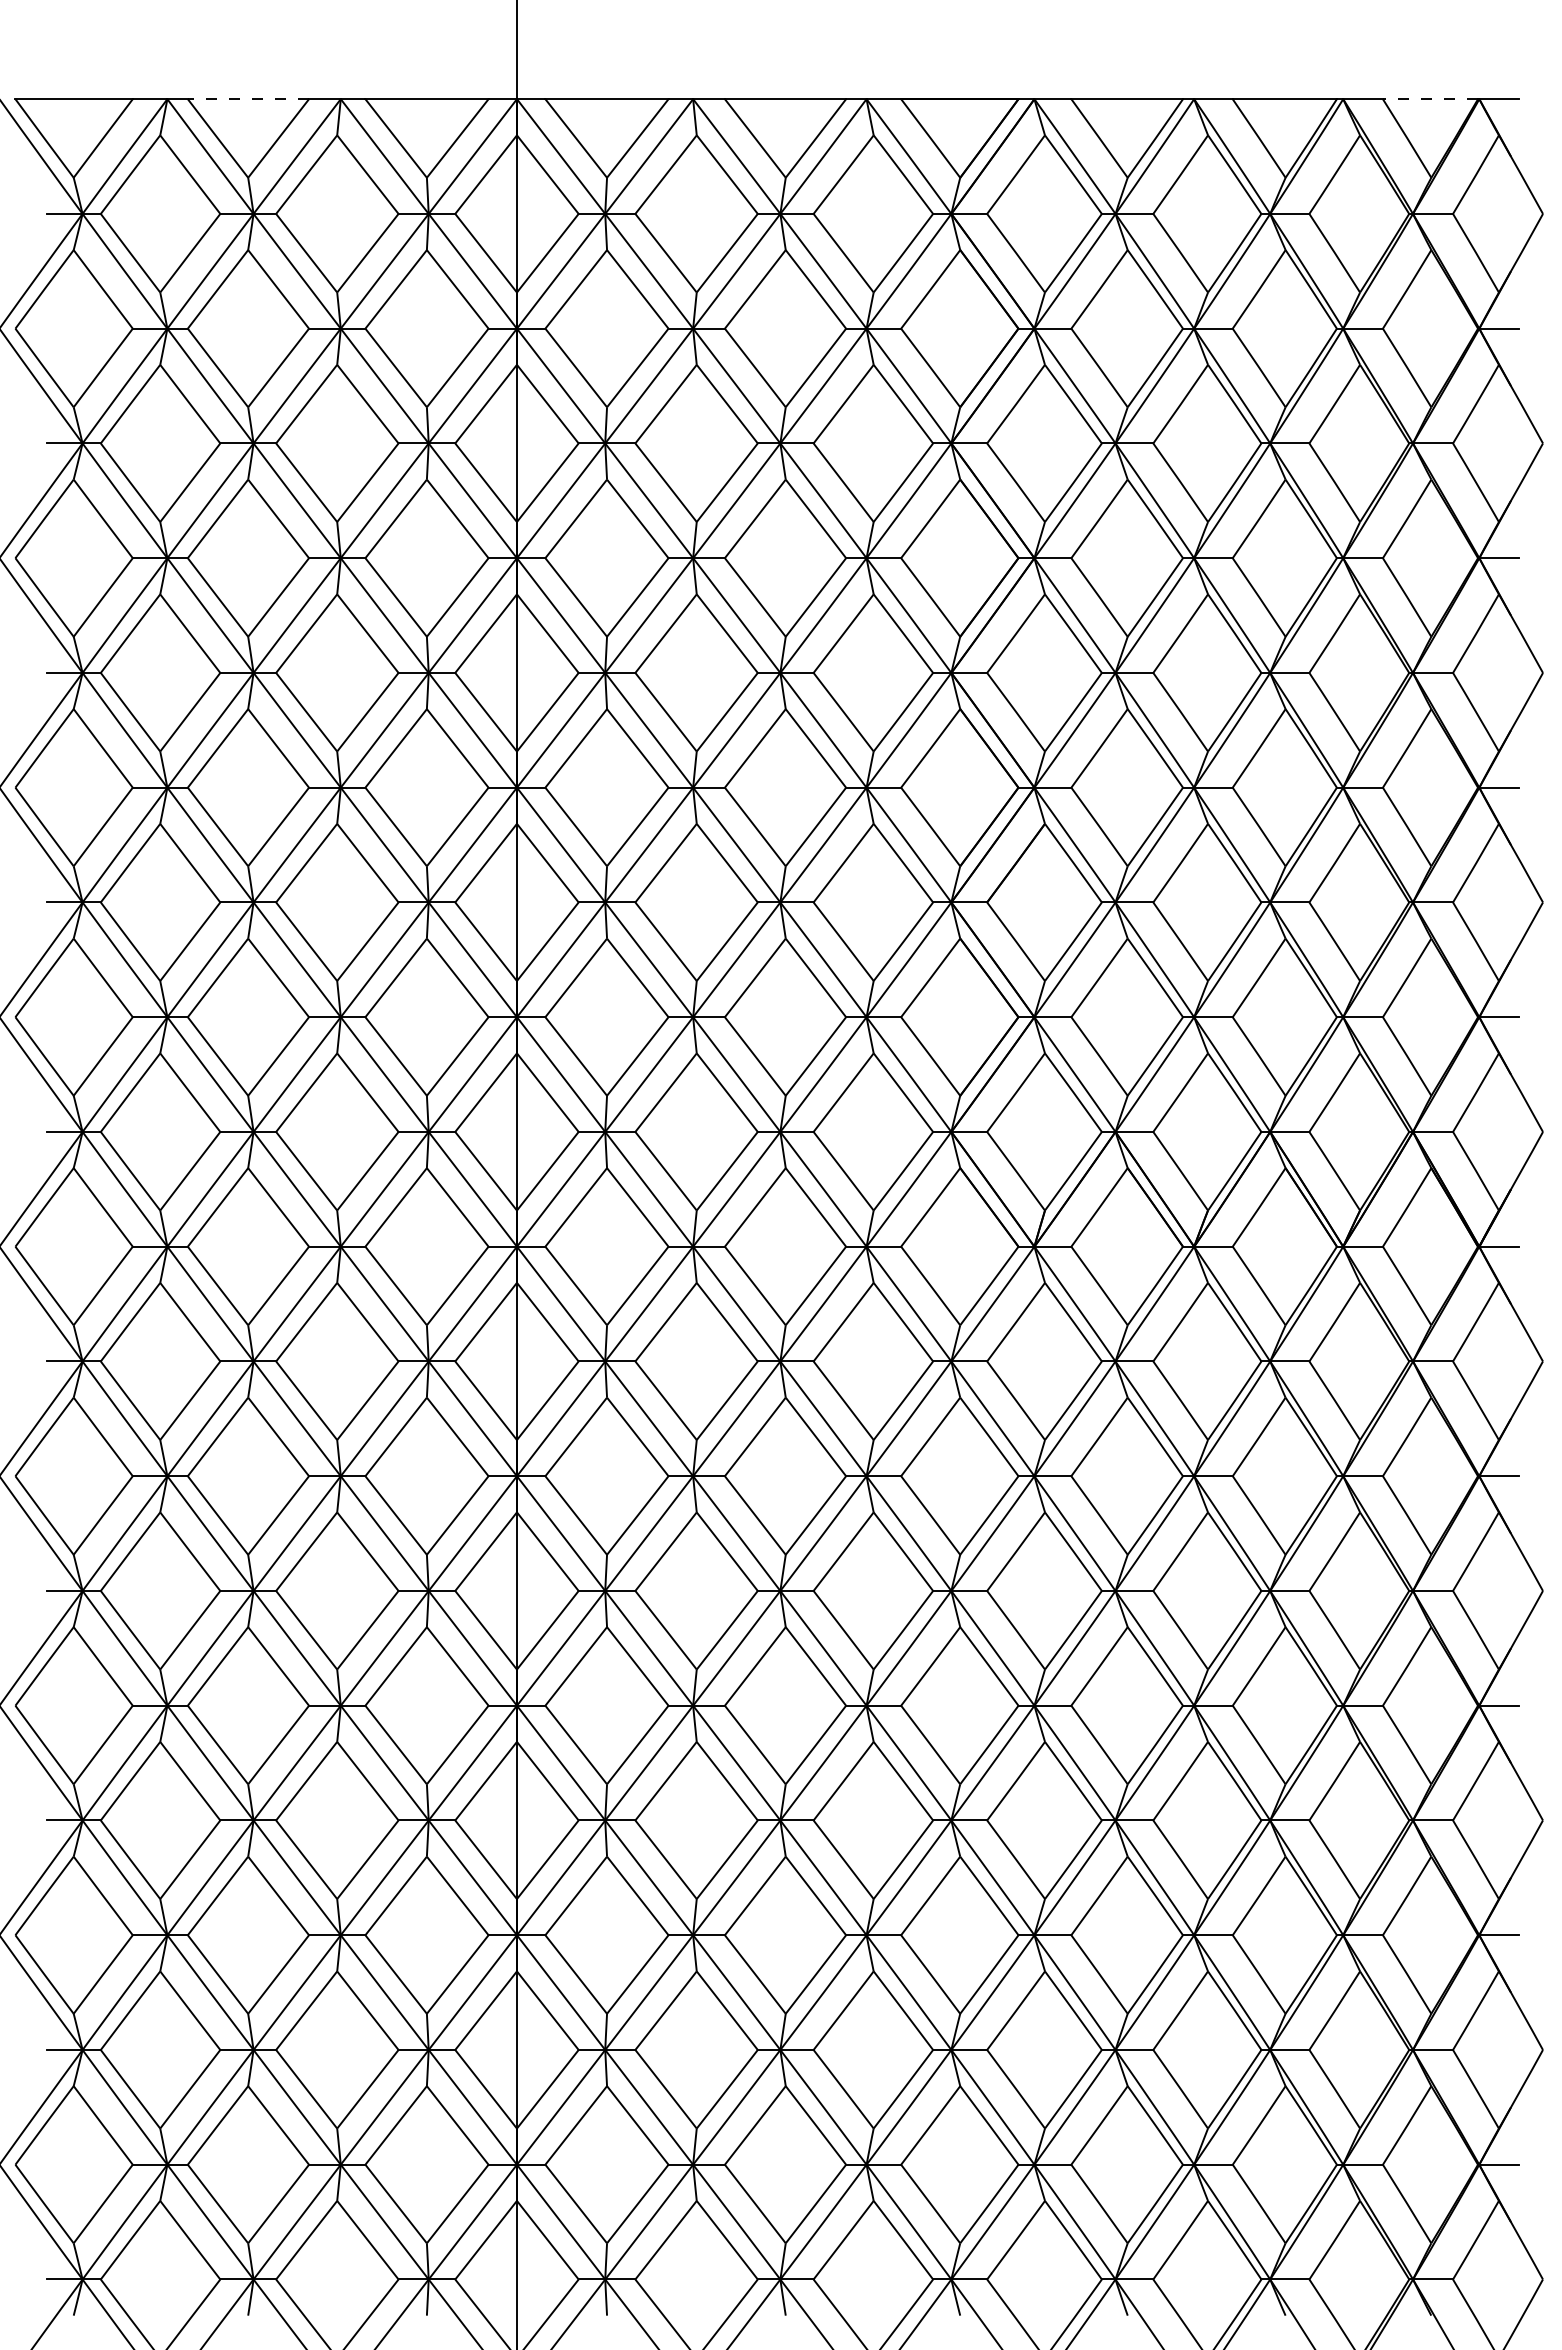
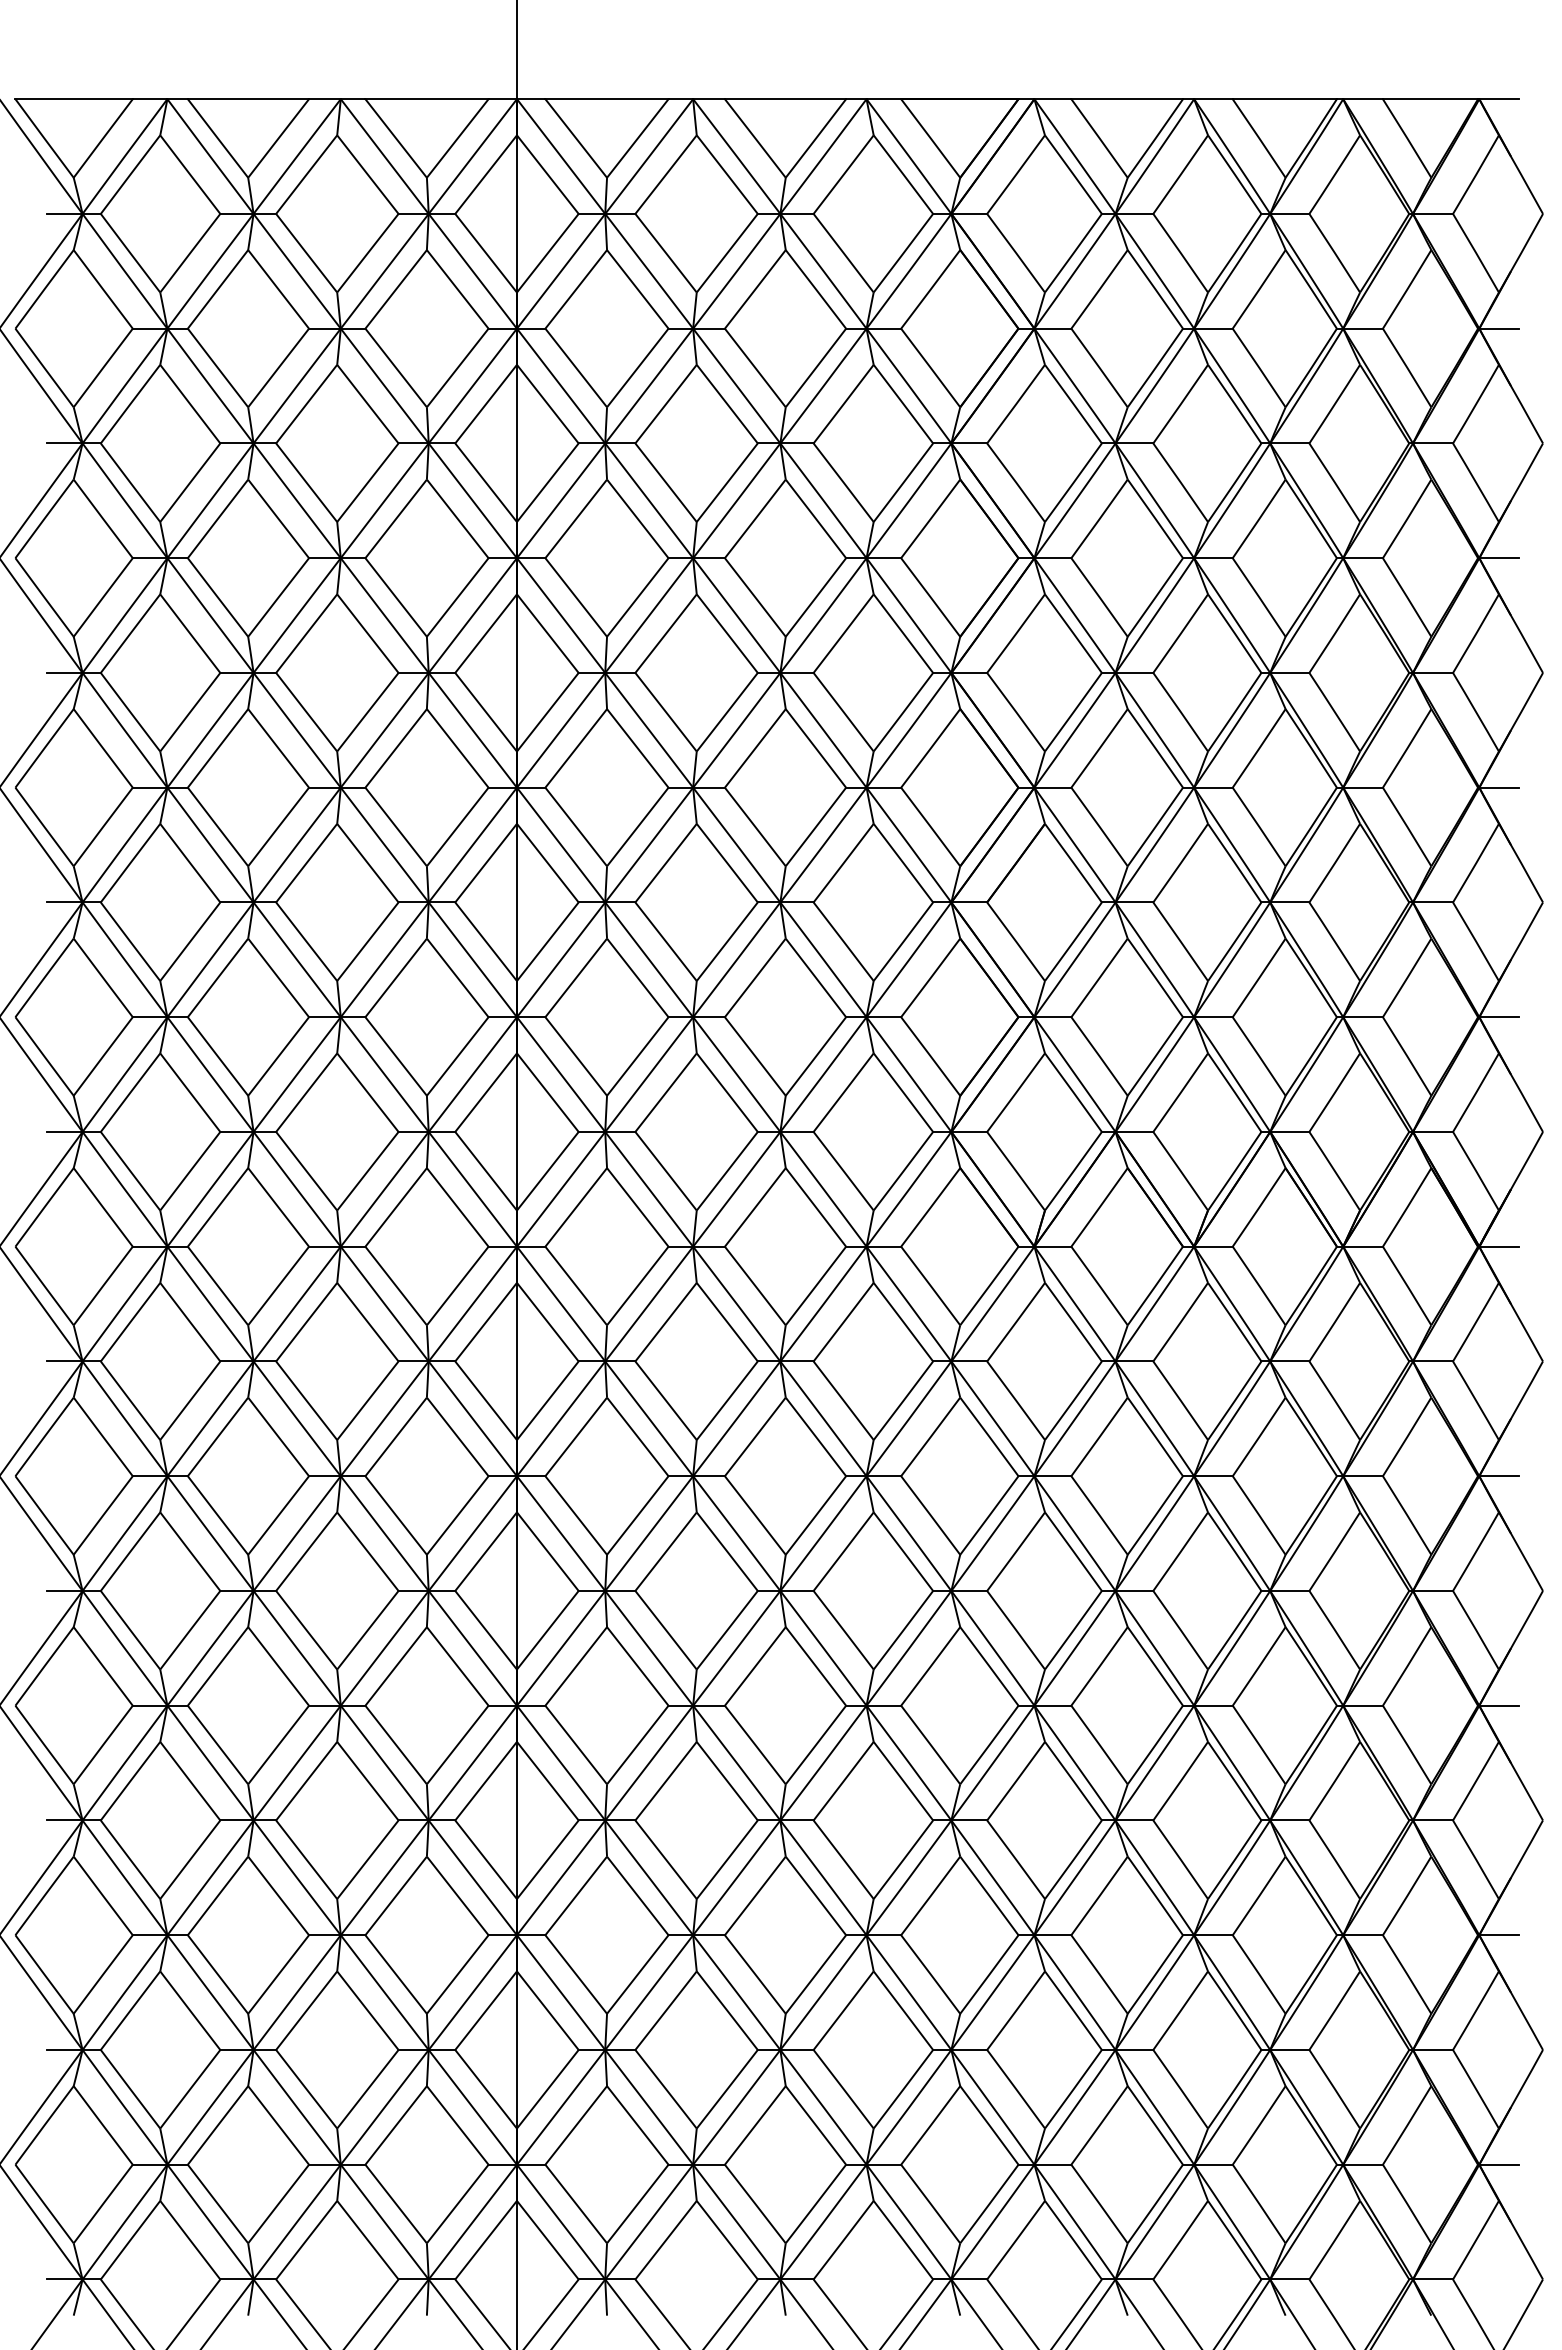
line at (248, 99): dashed -> solid
line at (1430, 99): dashed -> solid
